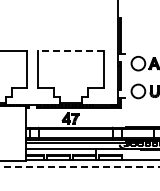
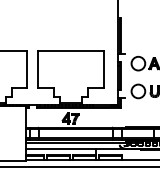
line at (70, 50): dashed -> solid
line at (80, 166): dashed -> solid
